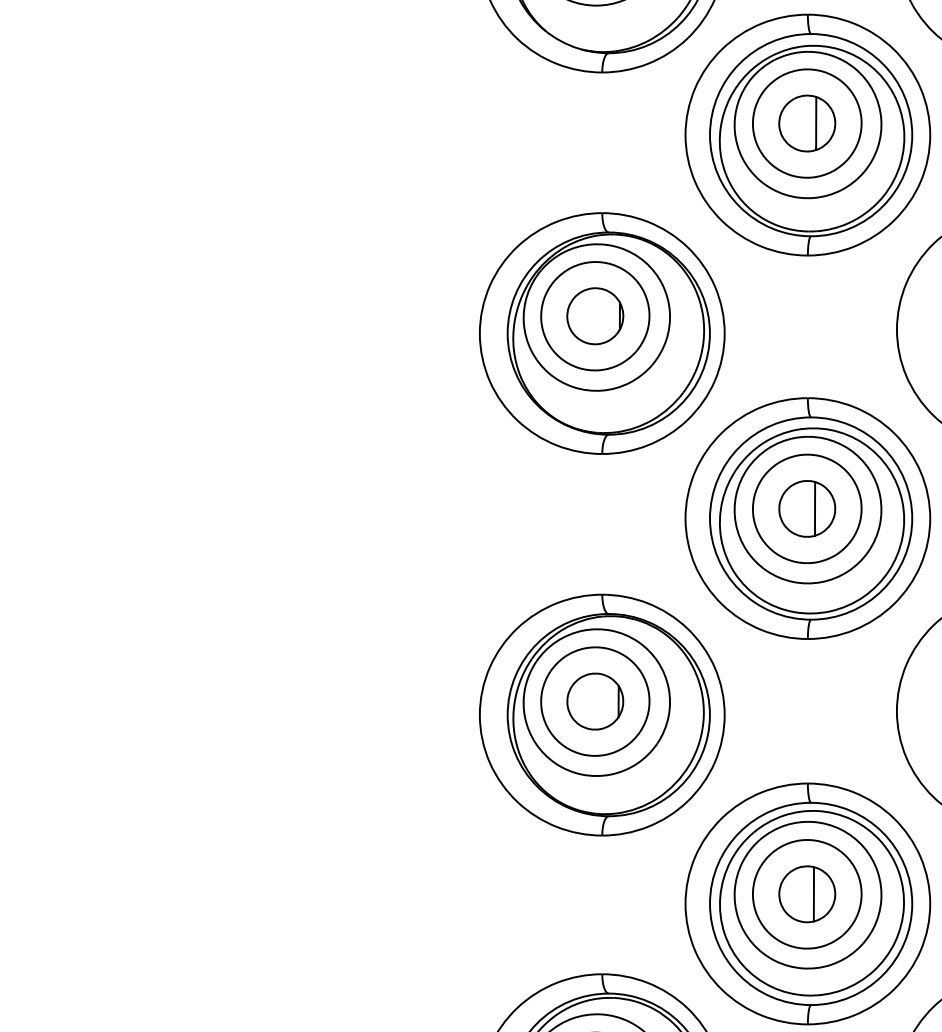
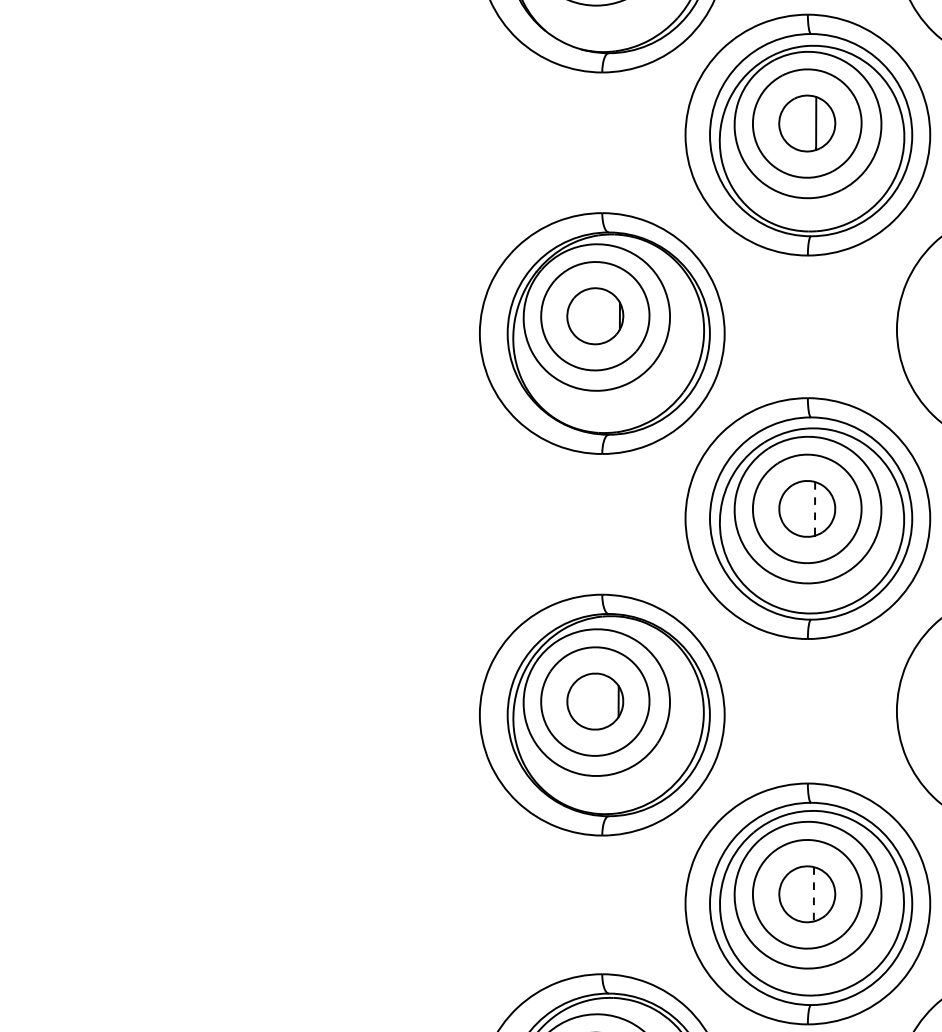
line at (815, 507): solid -> dashed
line at (813, 894): solid -> dashed
